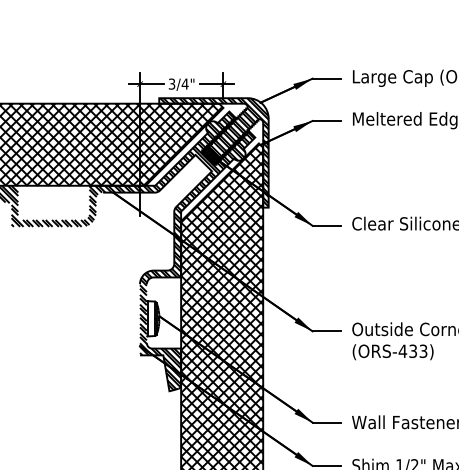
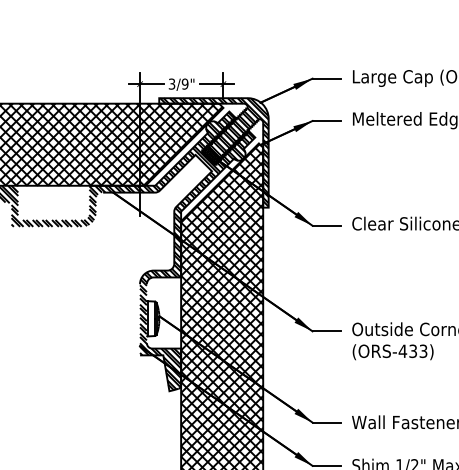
text at (184, 83): 3/4" -> 3/9"
